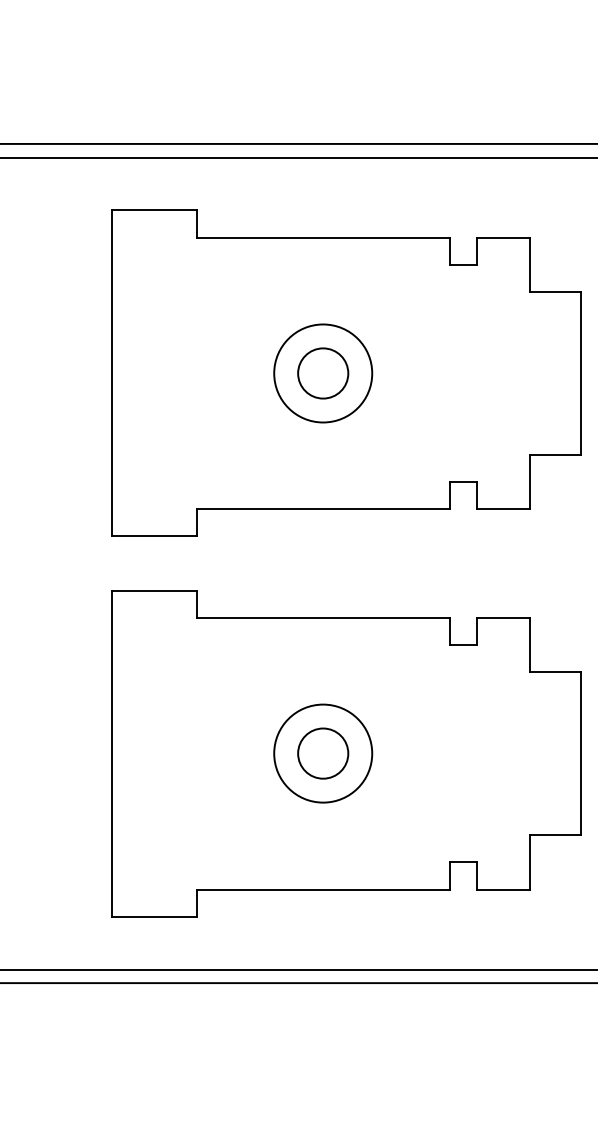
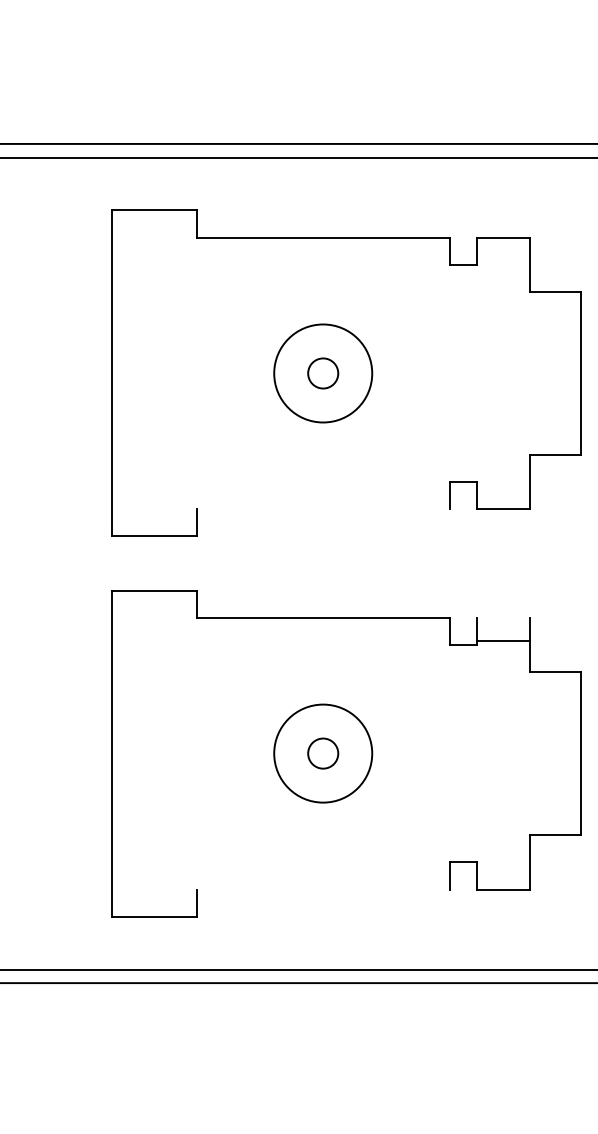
circle at (323, 373) diameter: 50 px -> 30 px
line at (322, 509): present -> none
line at (503, 617) position: (503, 617) -> (503, 640)
circle at (323, 753) diameter: 50 px -> 30 px
line at (322, 889): present -> none
